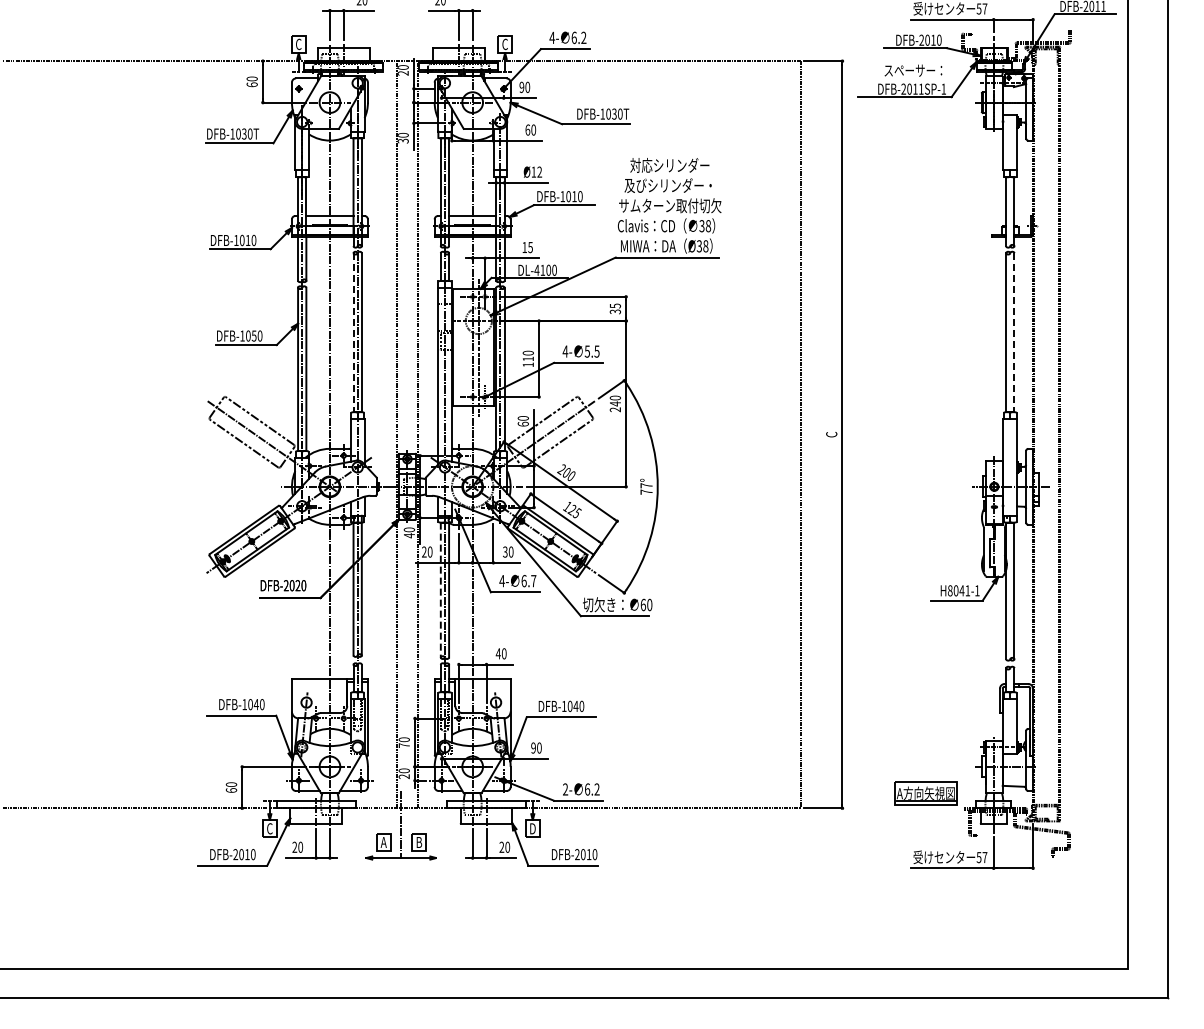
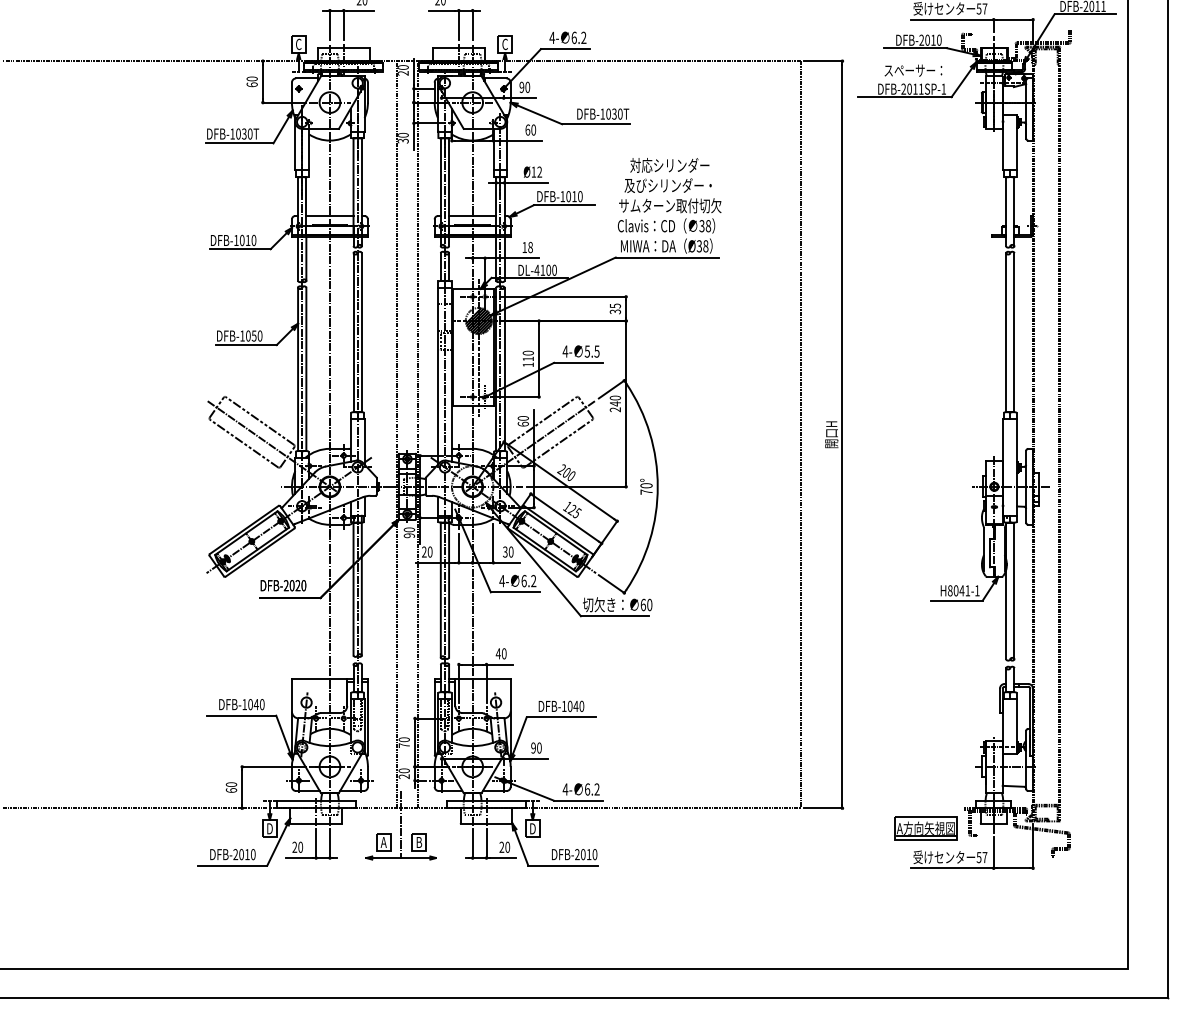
text at (530, 246): 15 -> 18
hatch at (479, 321): none -> present
line at (353, 332): dashed -> solid
line at (1014, 332): dashed -> solid
text at (831, 434): C -> 開口H
text at (646, 485): 77° -> 70°
text at (409, 535): 40 -> 90
text at (533, 580): 6.7 -> 6.2
line at (440, 590): dashed -> solid
text at (565, 789): 2- -> 4-
part at (925, 793) position: (925, 793) -> (925, 828)
text at (269, 828): C -> D
